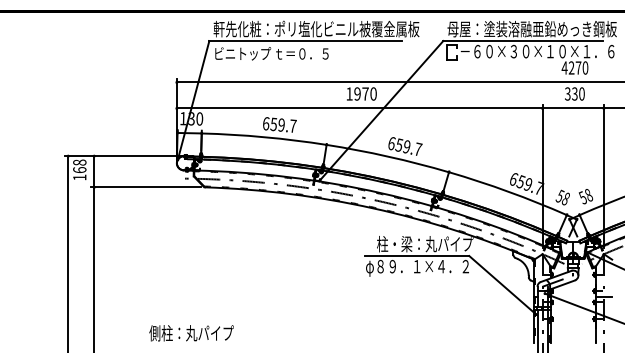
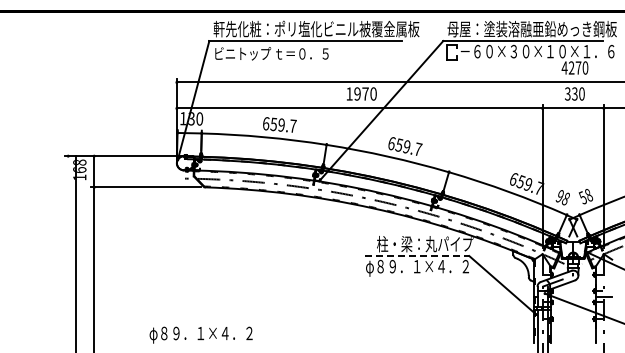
text at (559, 195): 58 -> 98
line at (68, 252) position: (68, 252) -> (76, 252)
line at (417, 256): solid -> dashed
text at (200, 334): 側柱：丸パイプ -> φ８９．１×４．２
